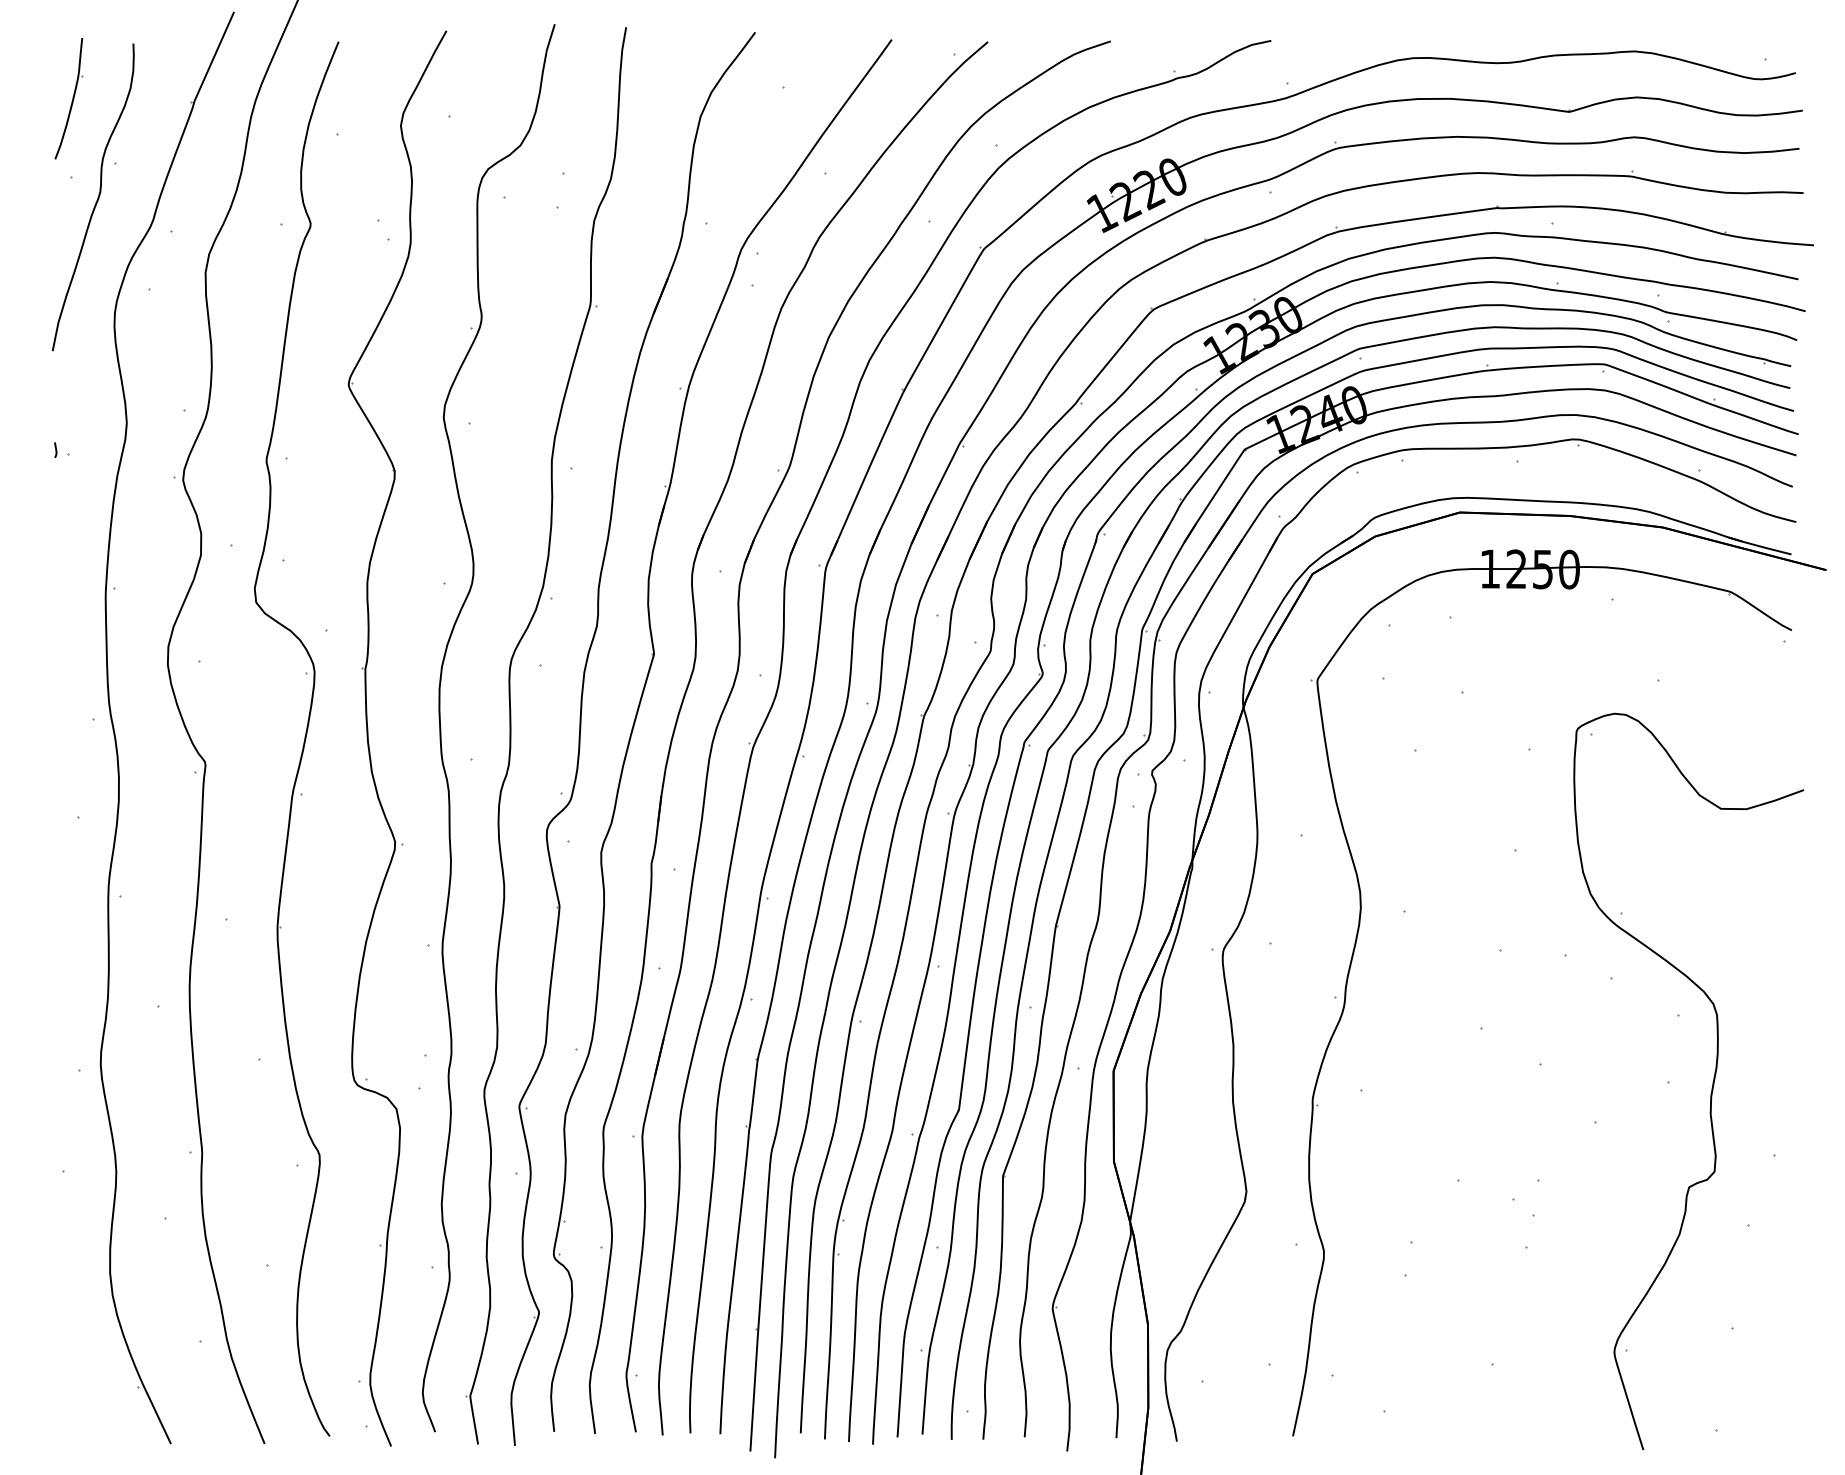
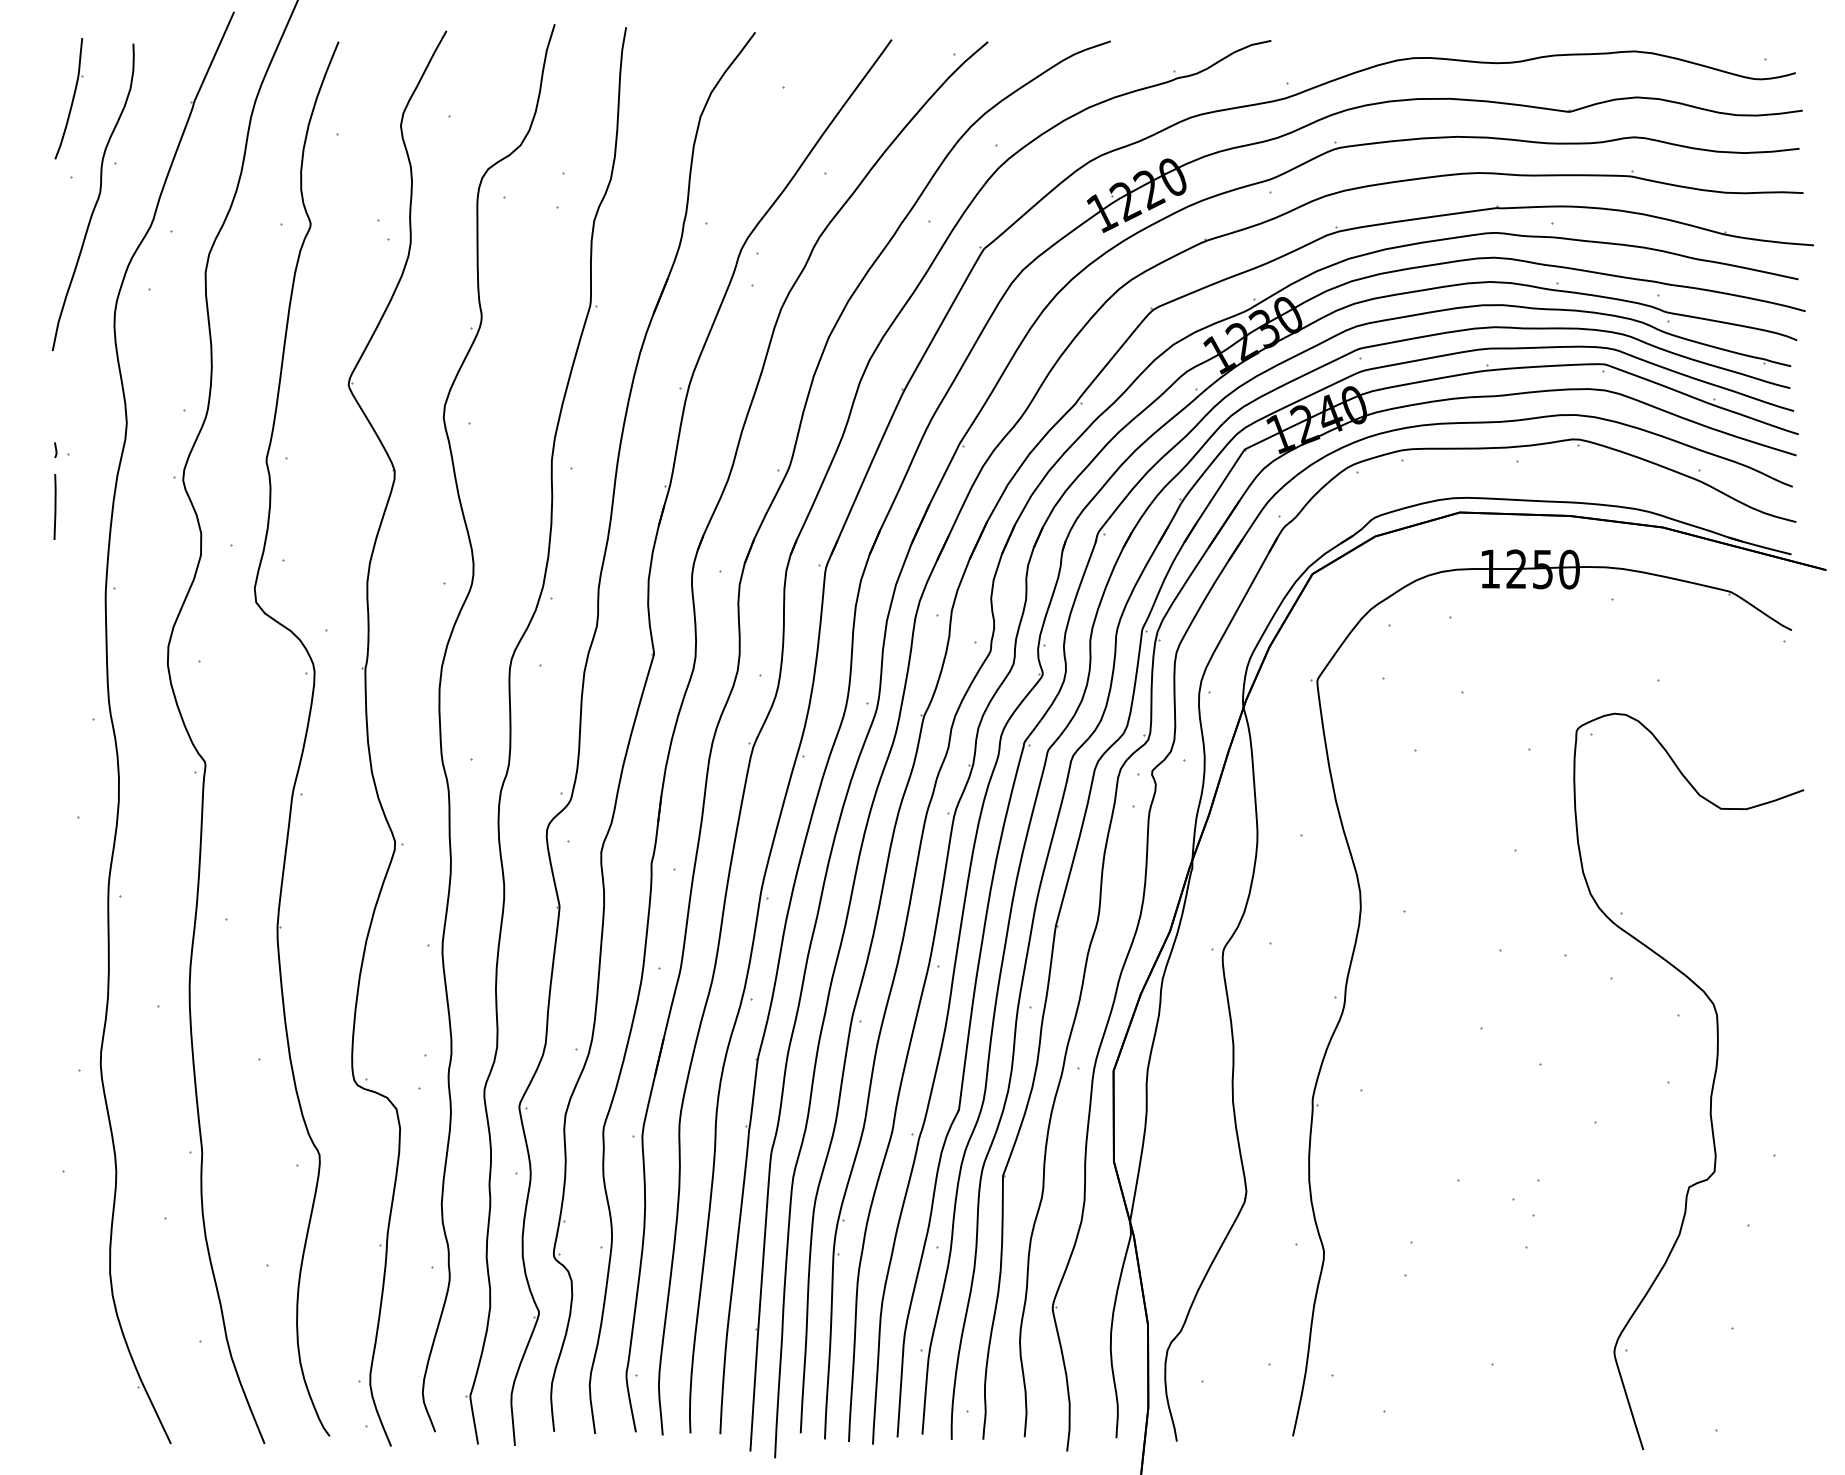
line at (54, 506): none -> present
